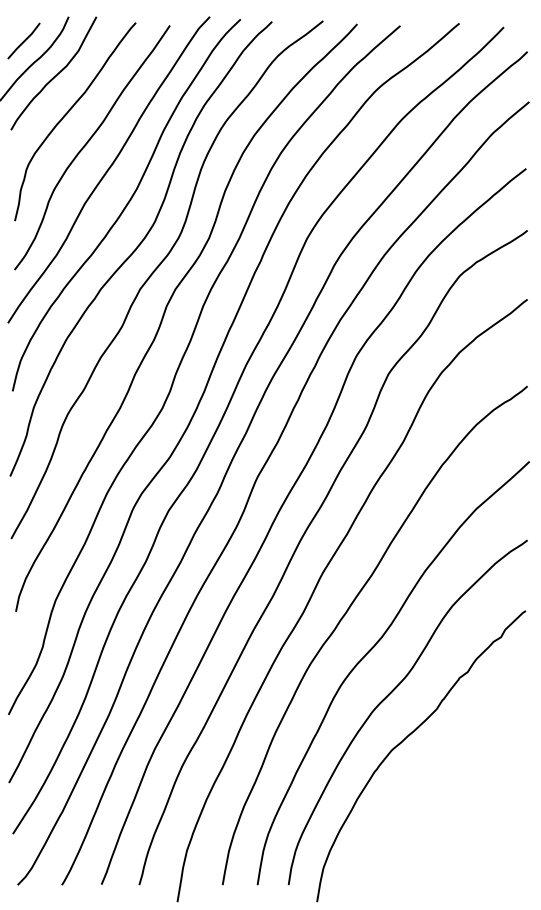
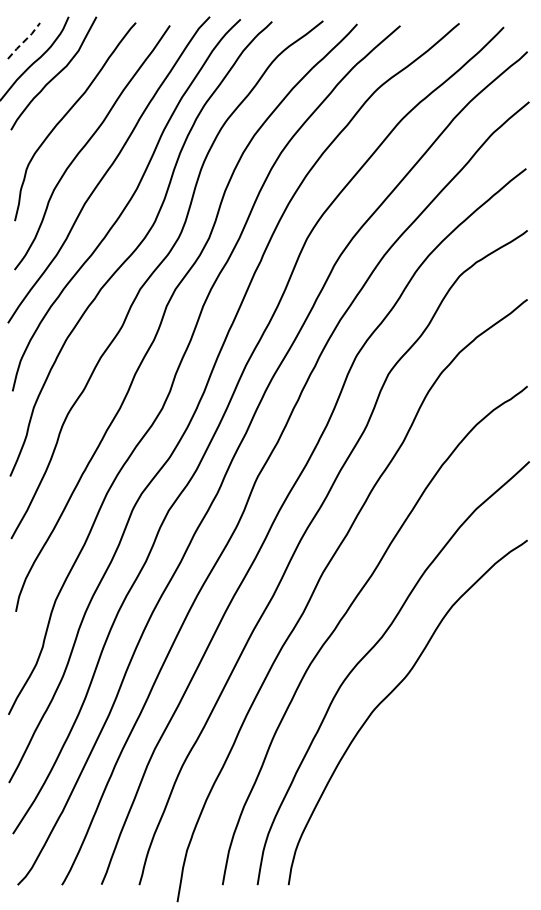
line at (24, 41): solid -> dashed
curve at (409, 736): present -> none
